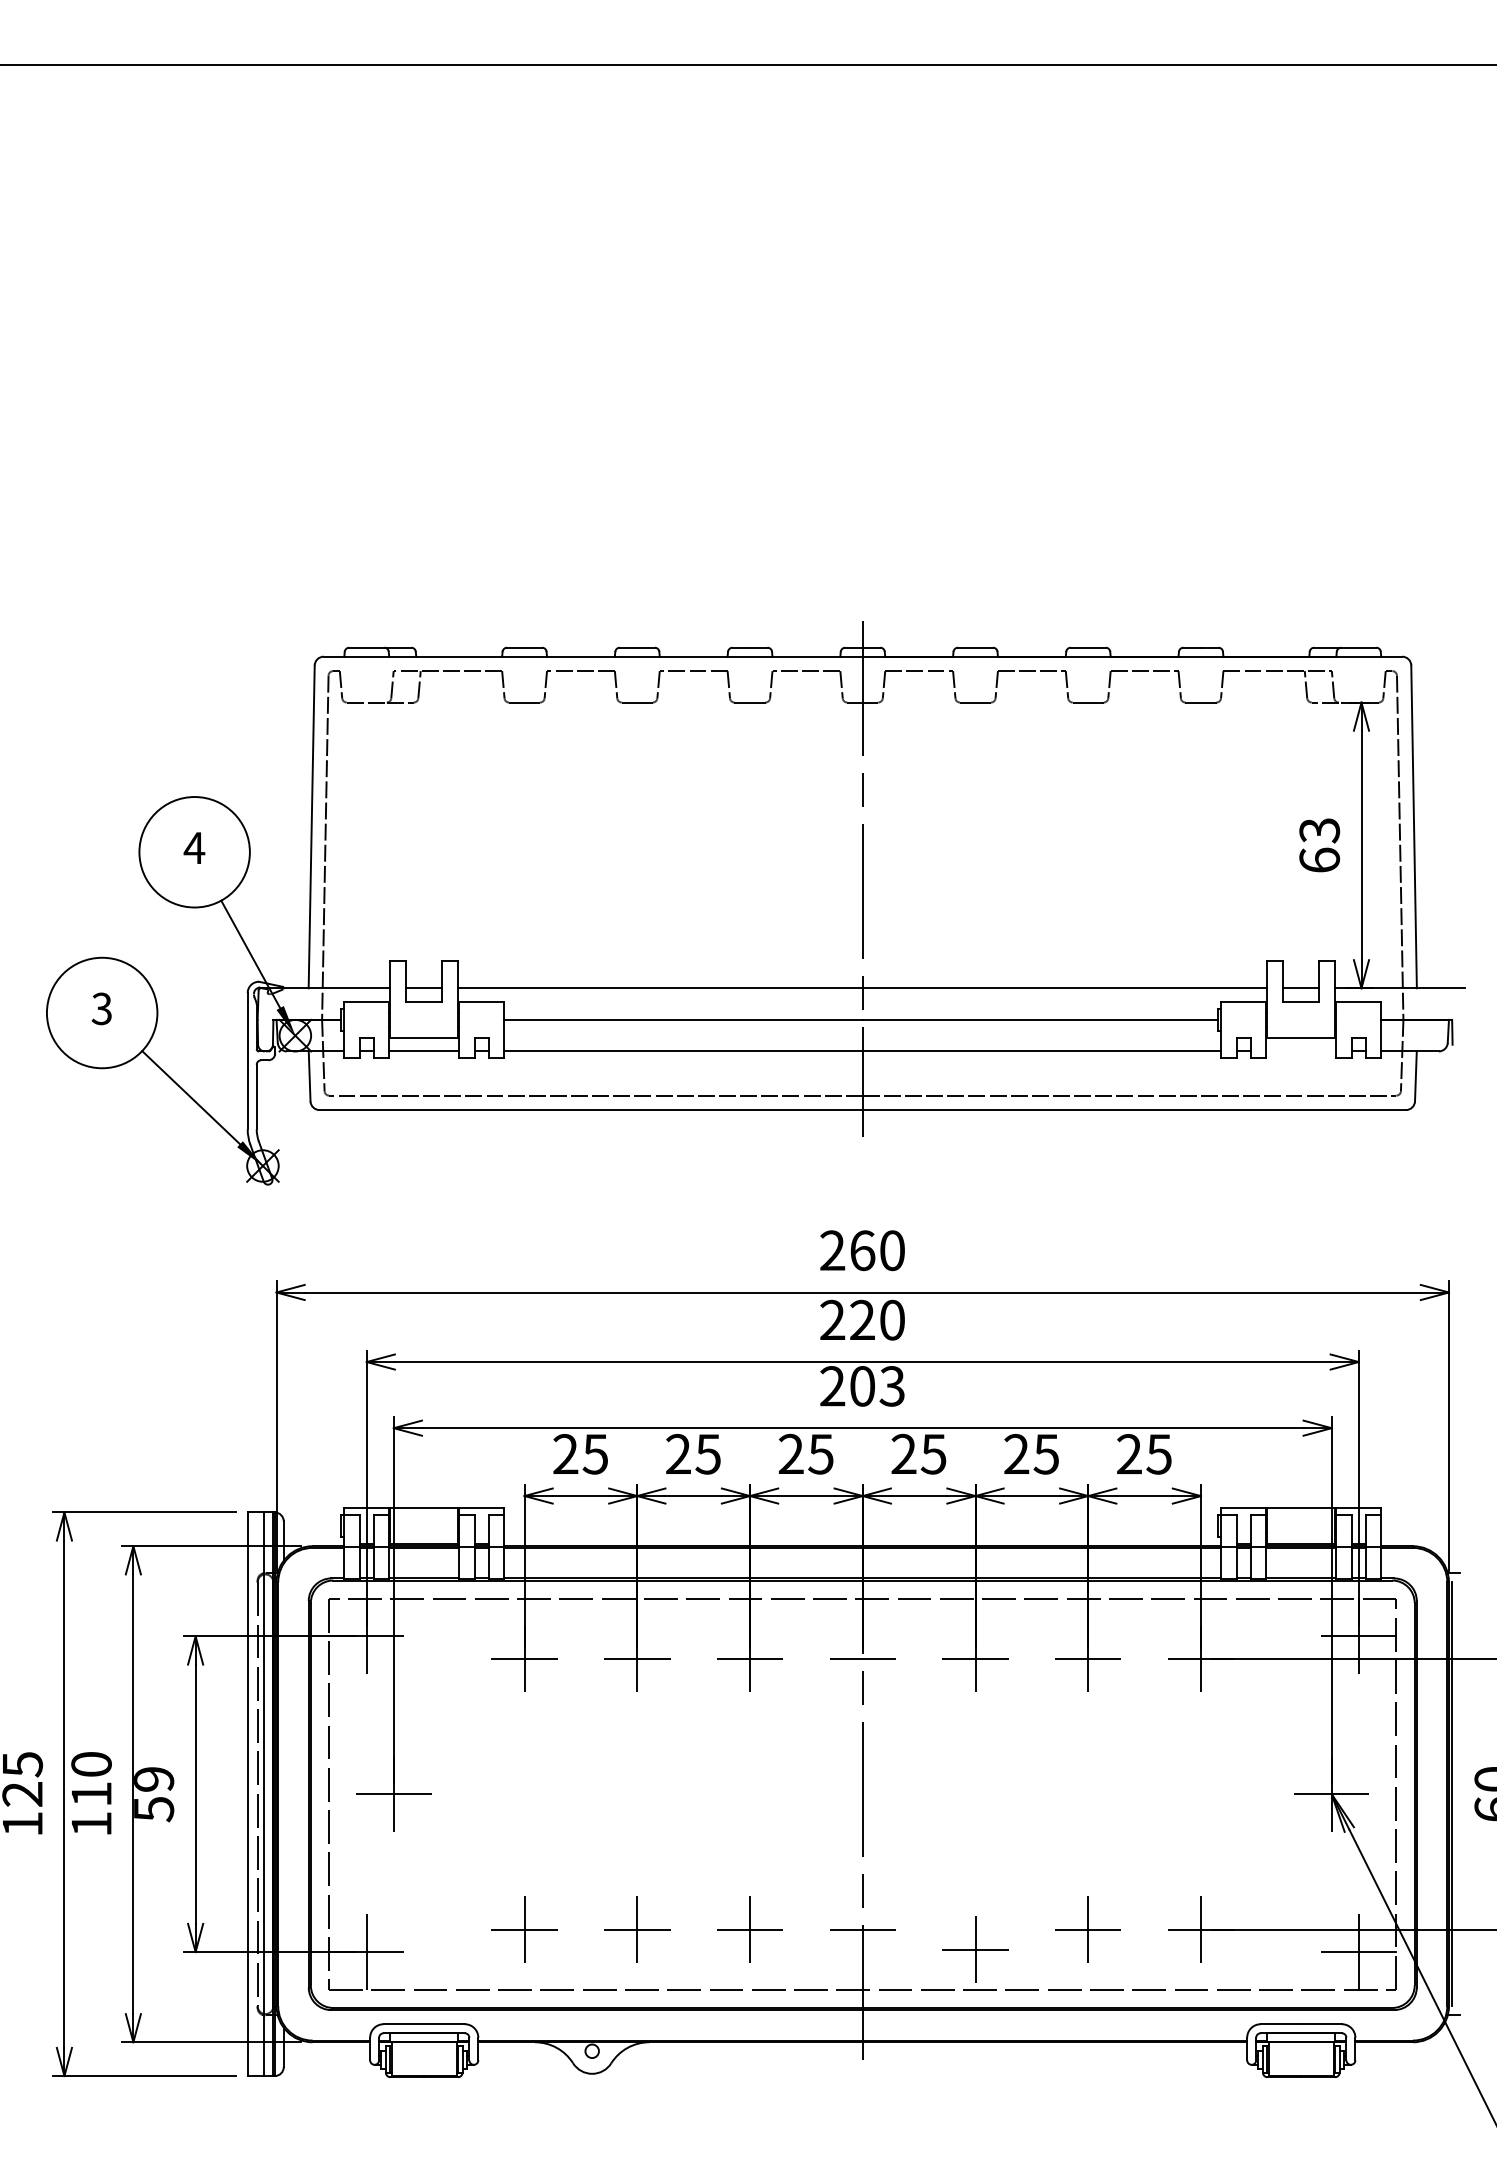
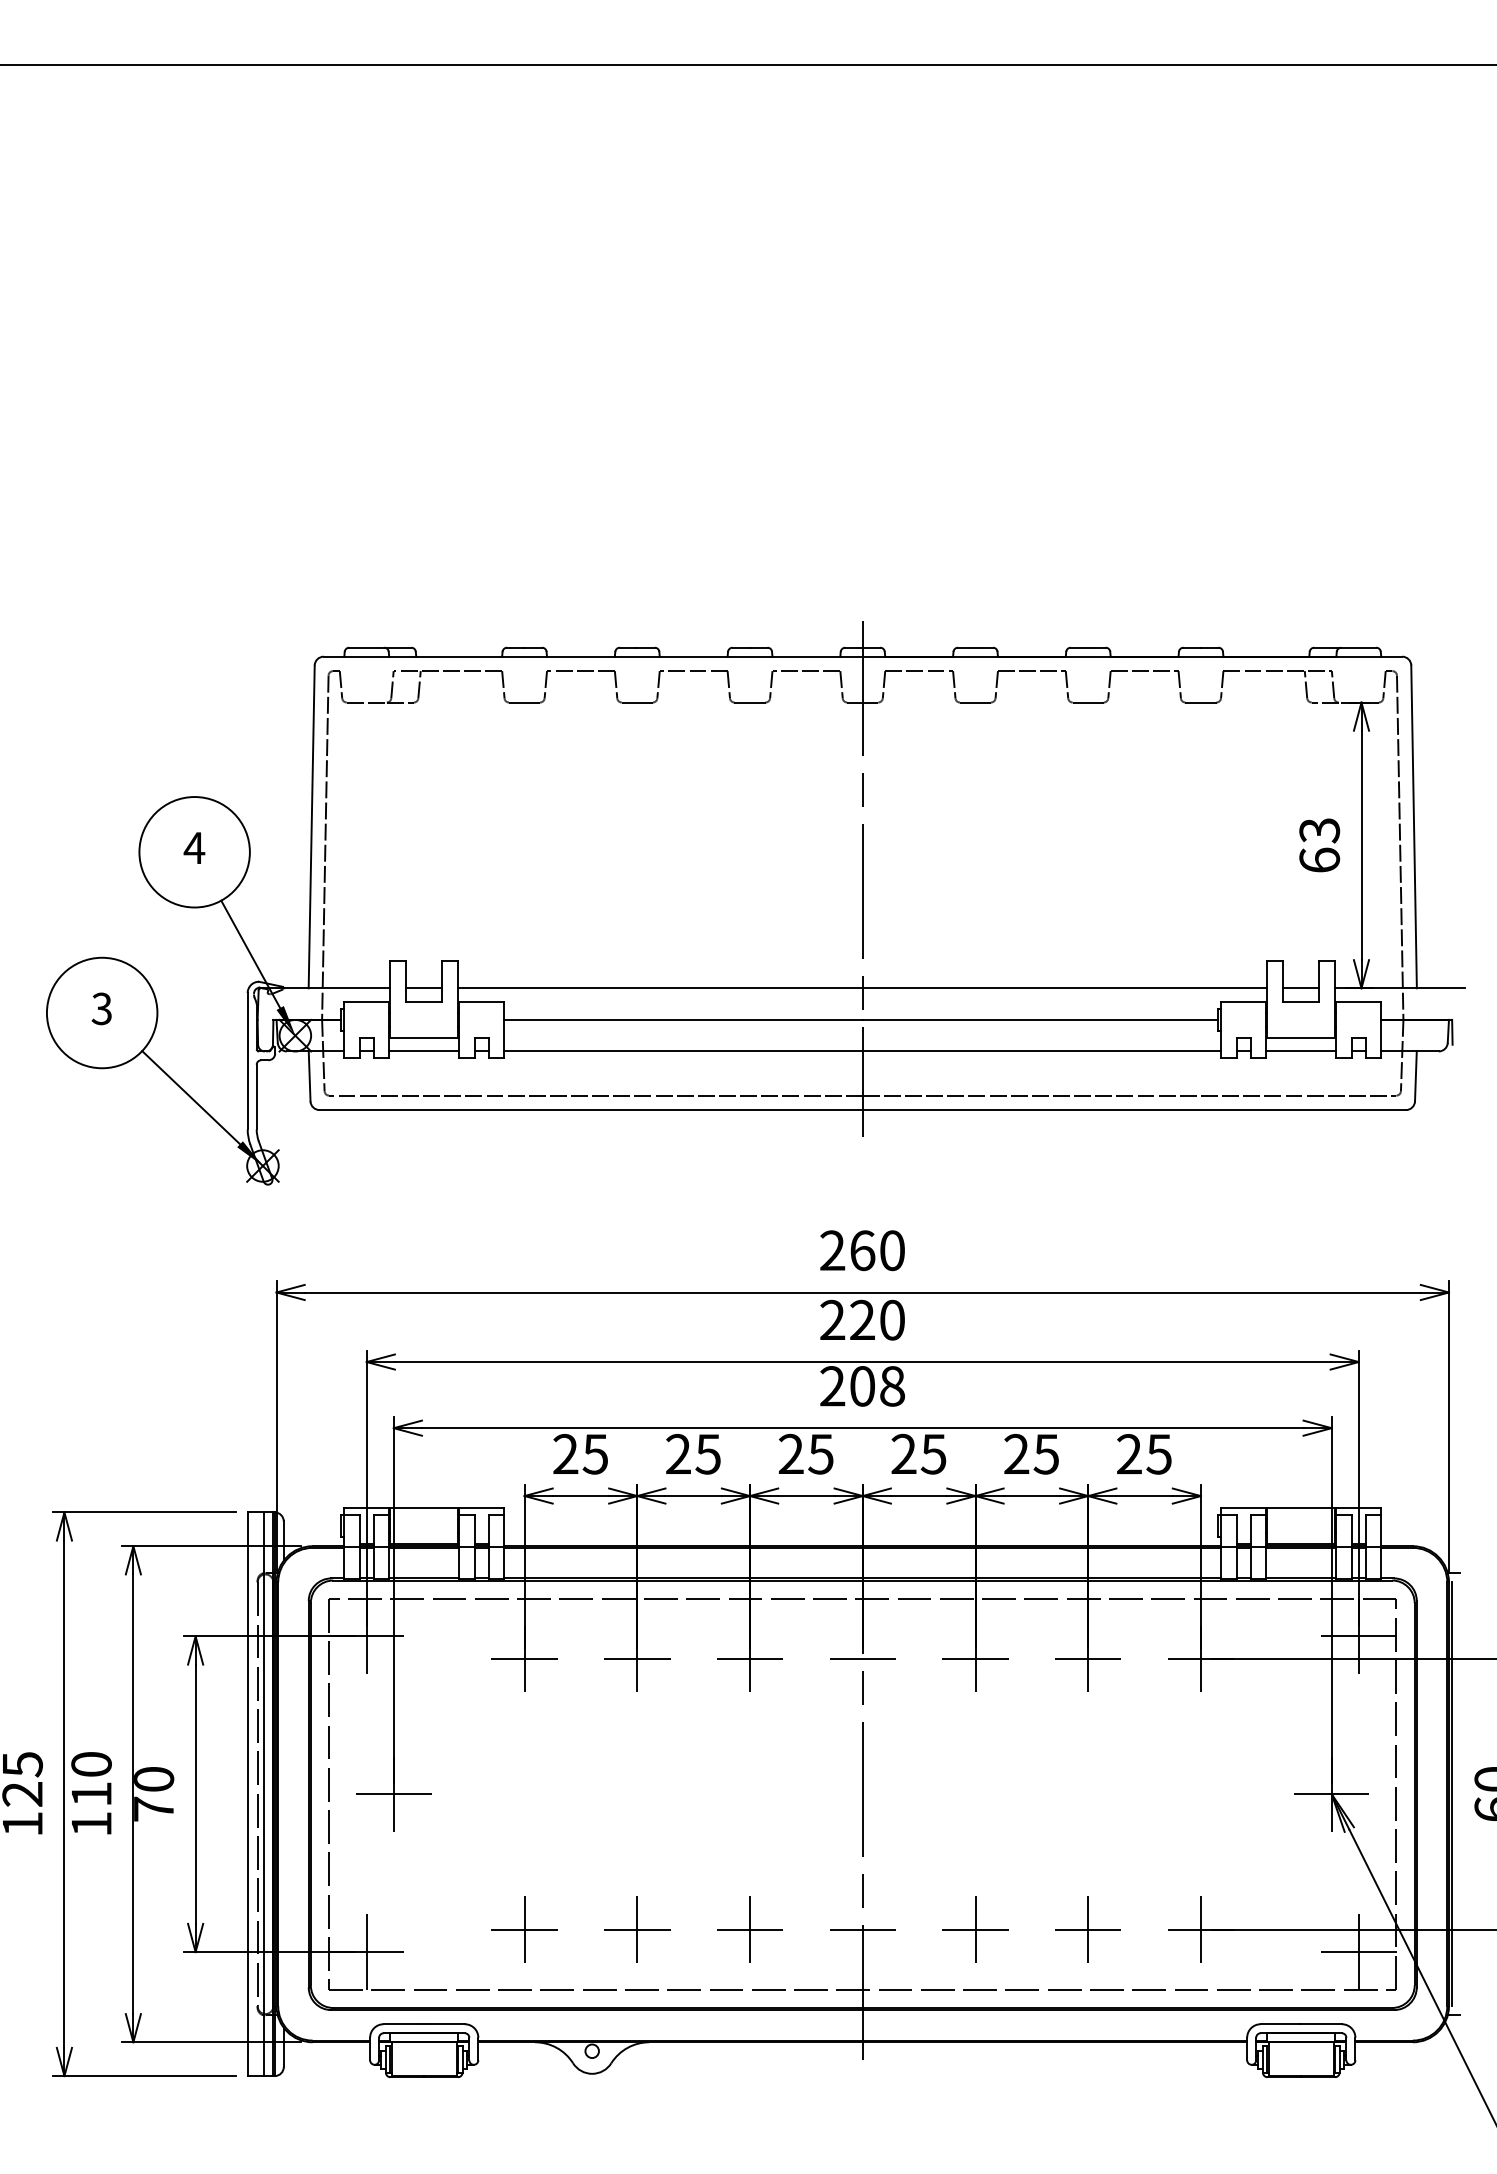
line at (1301, 1051): none -> present
text at (892, 1386): 203 -> 208
text at (154, 1794): 59 -> 70
part at (975, 1949) position: (975, 1949) -> (975, 1929)
